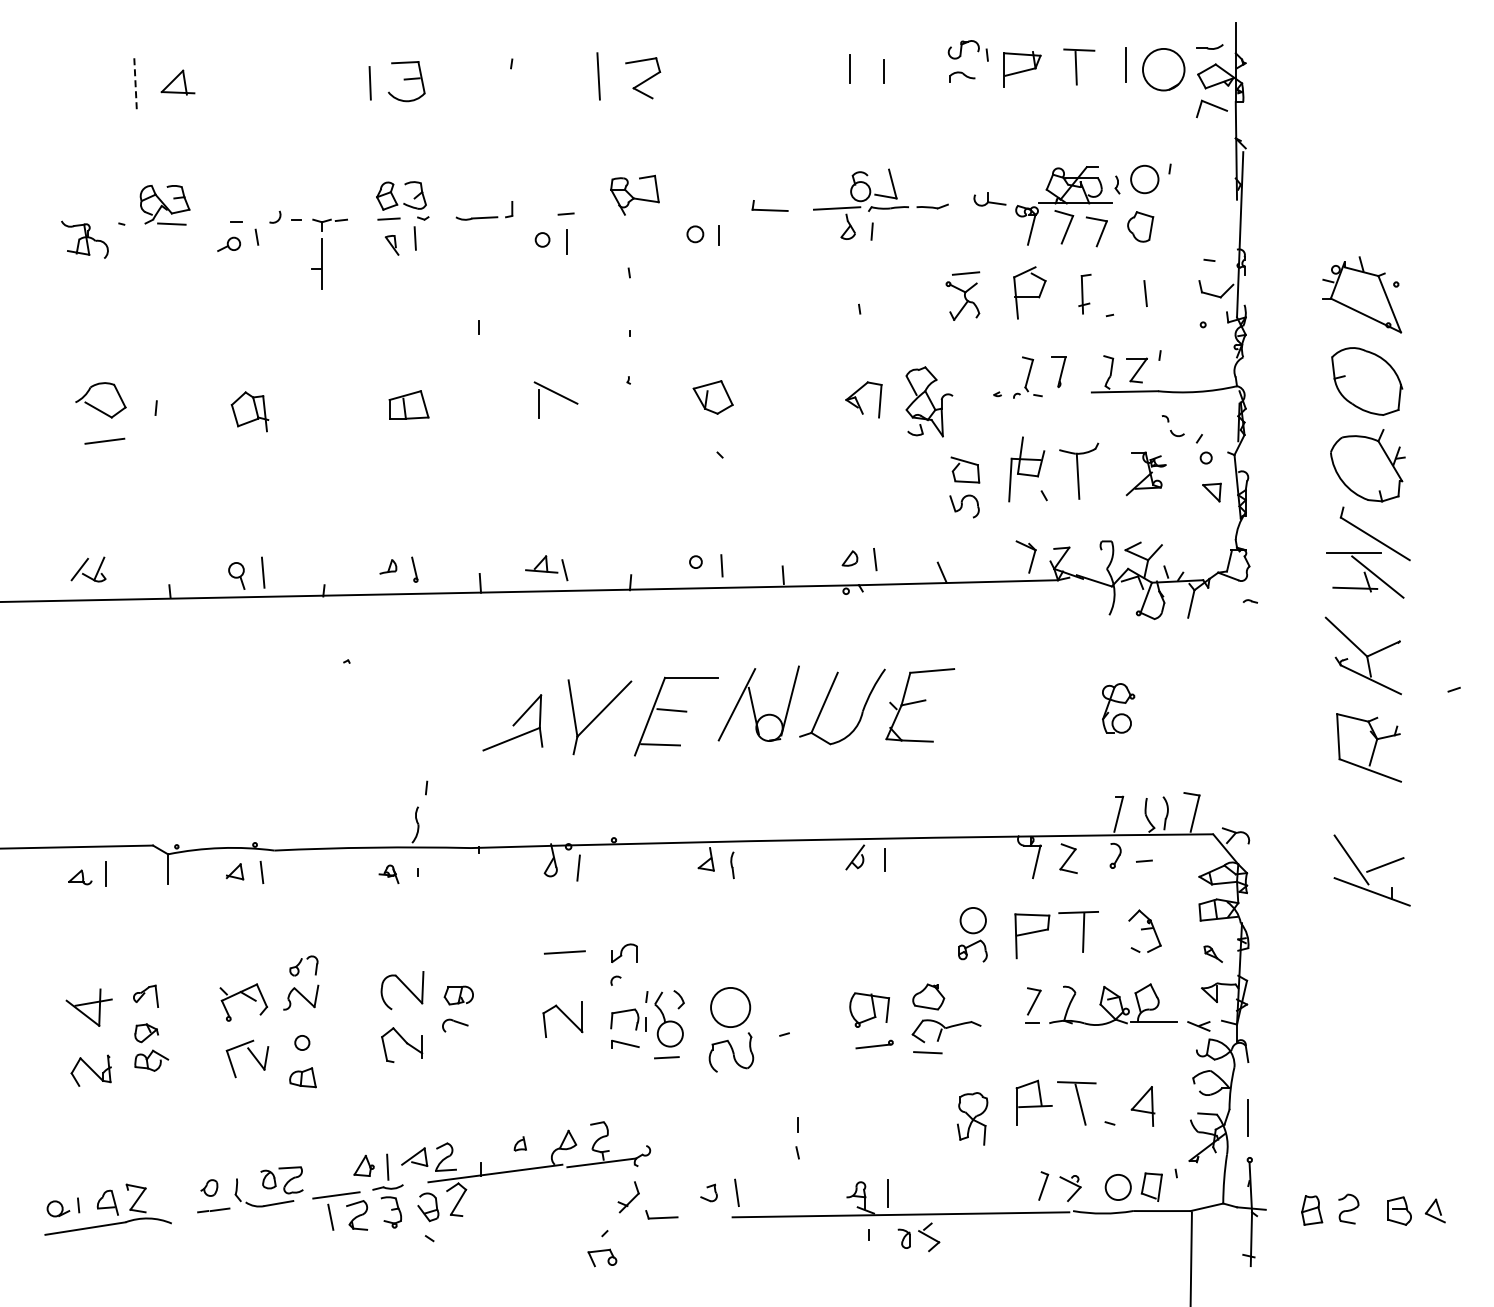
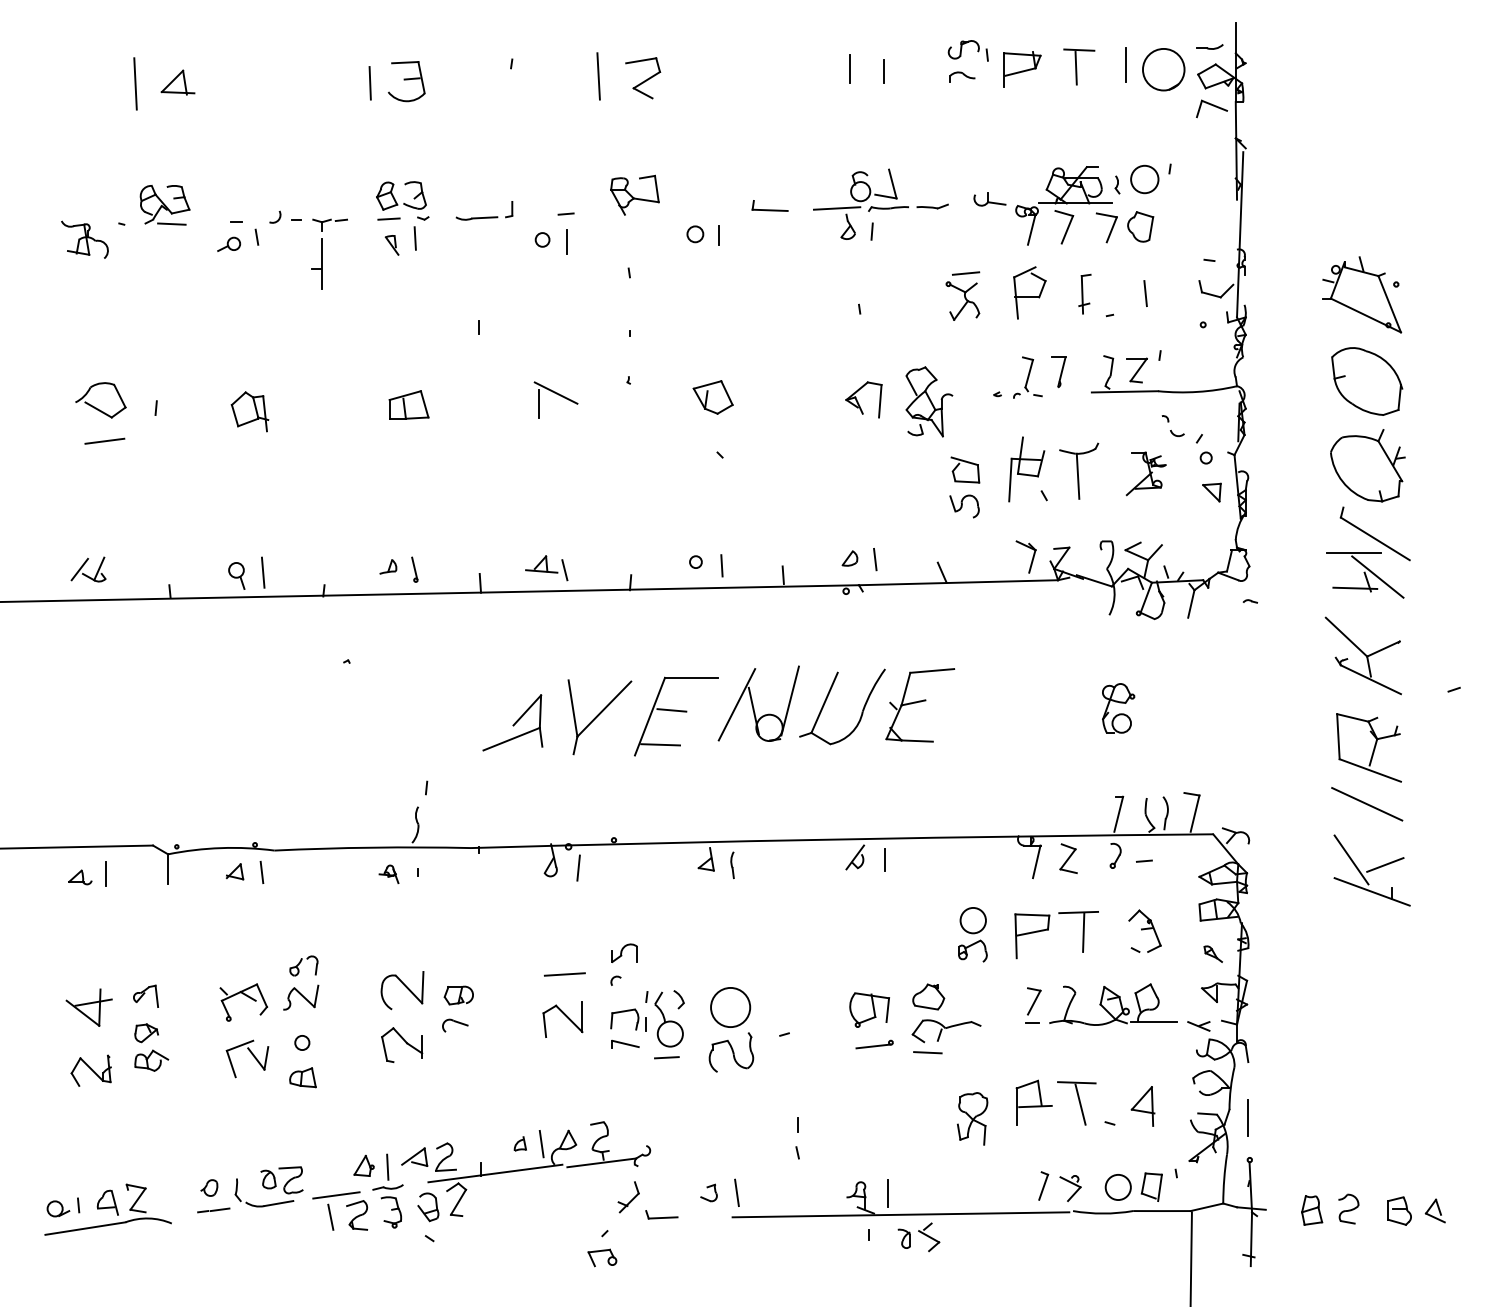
line at (135, 83): dashed -> solid
part at (1096, 231) position: (1096, 231) -> (1106, 227)
line at (1367, 803): none -> present
line at (564, 952) position: (564, 952) -> (564, 974)
line at (541, 1143): none -> present
